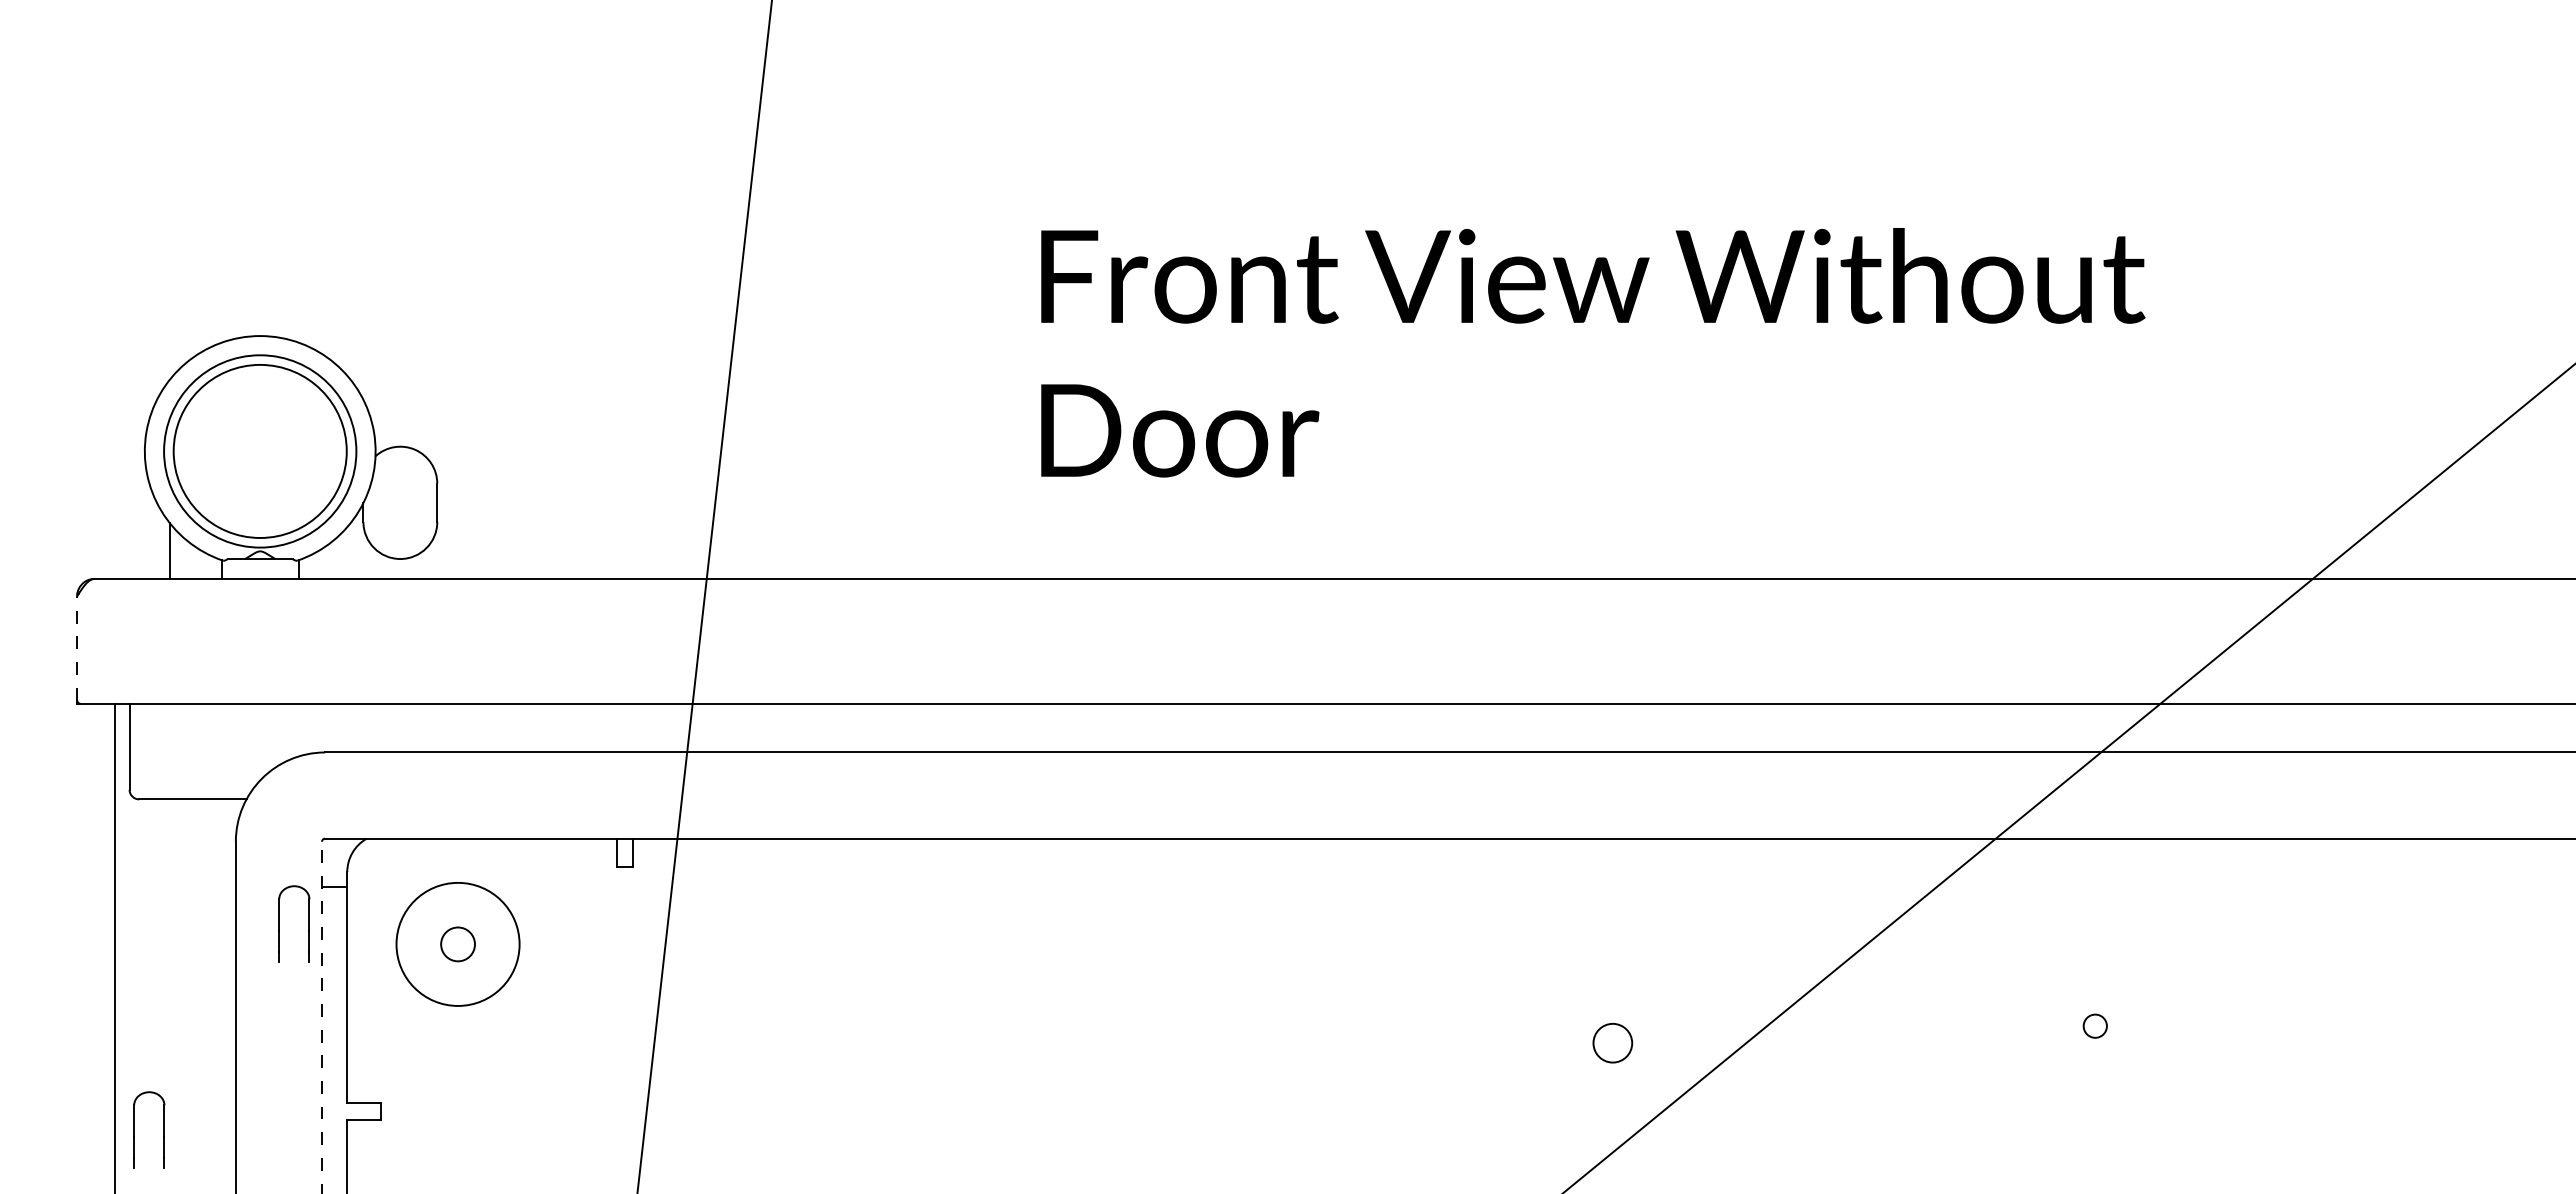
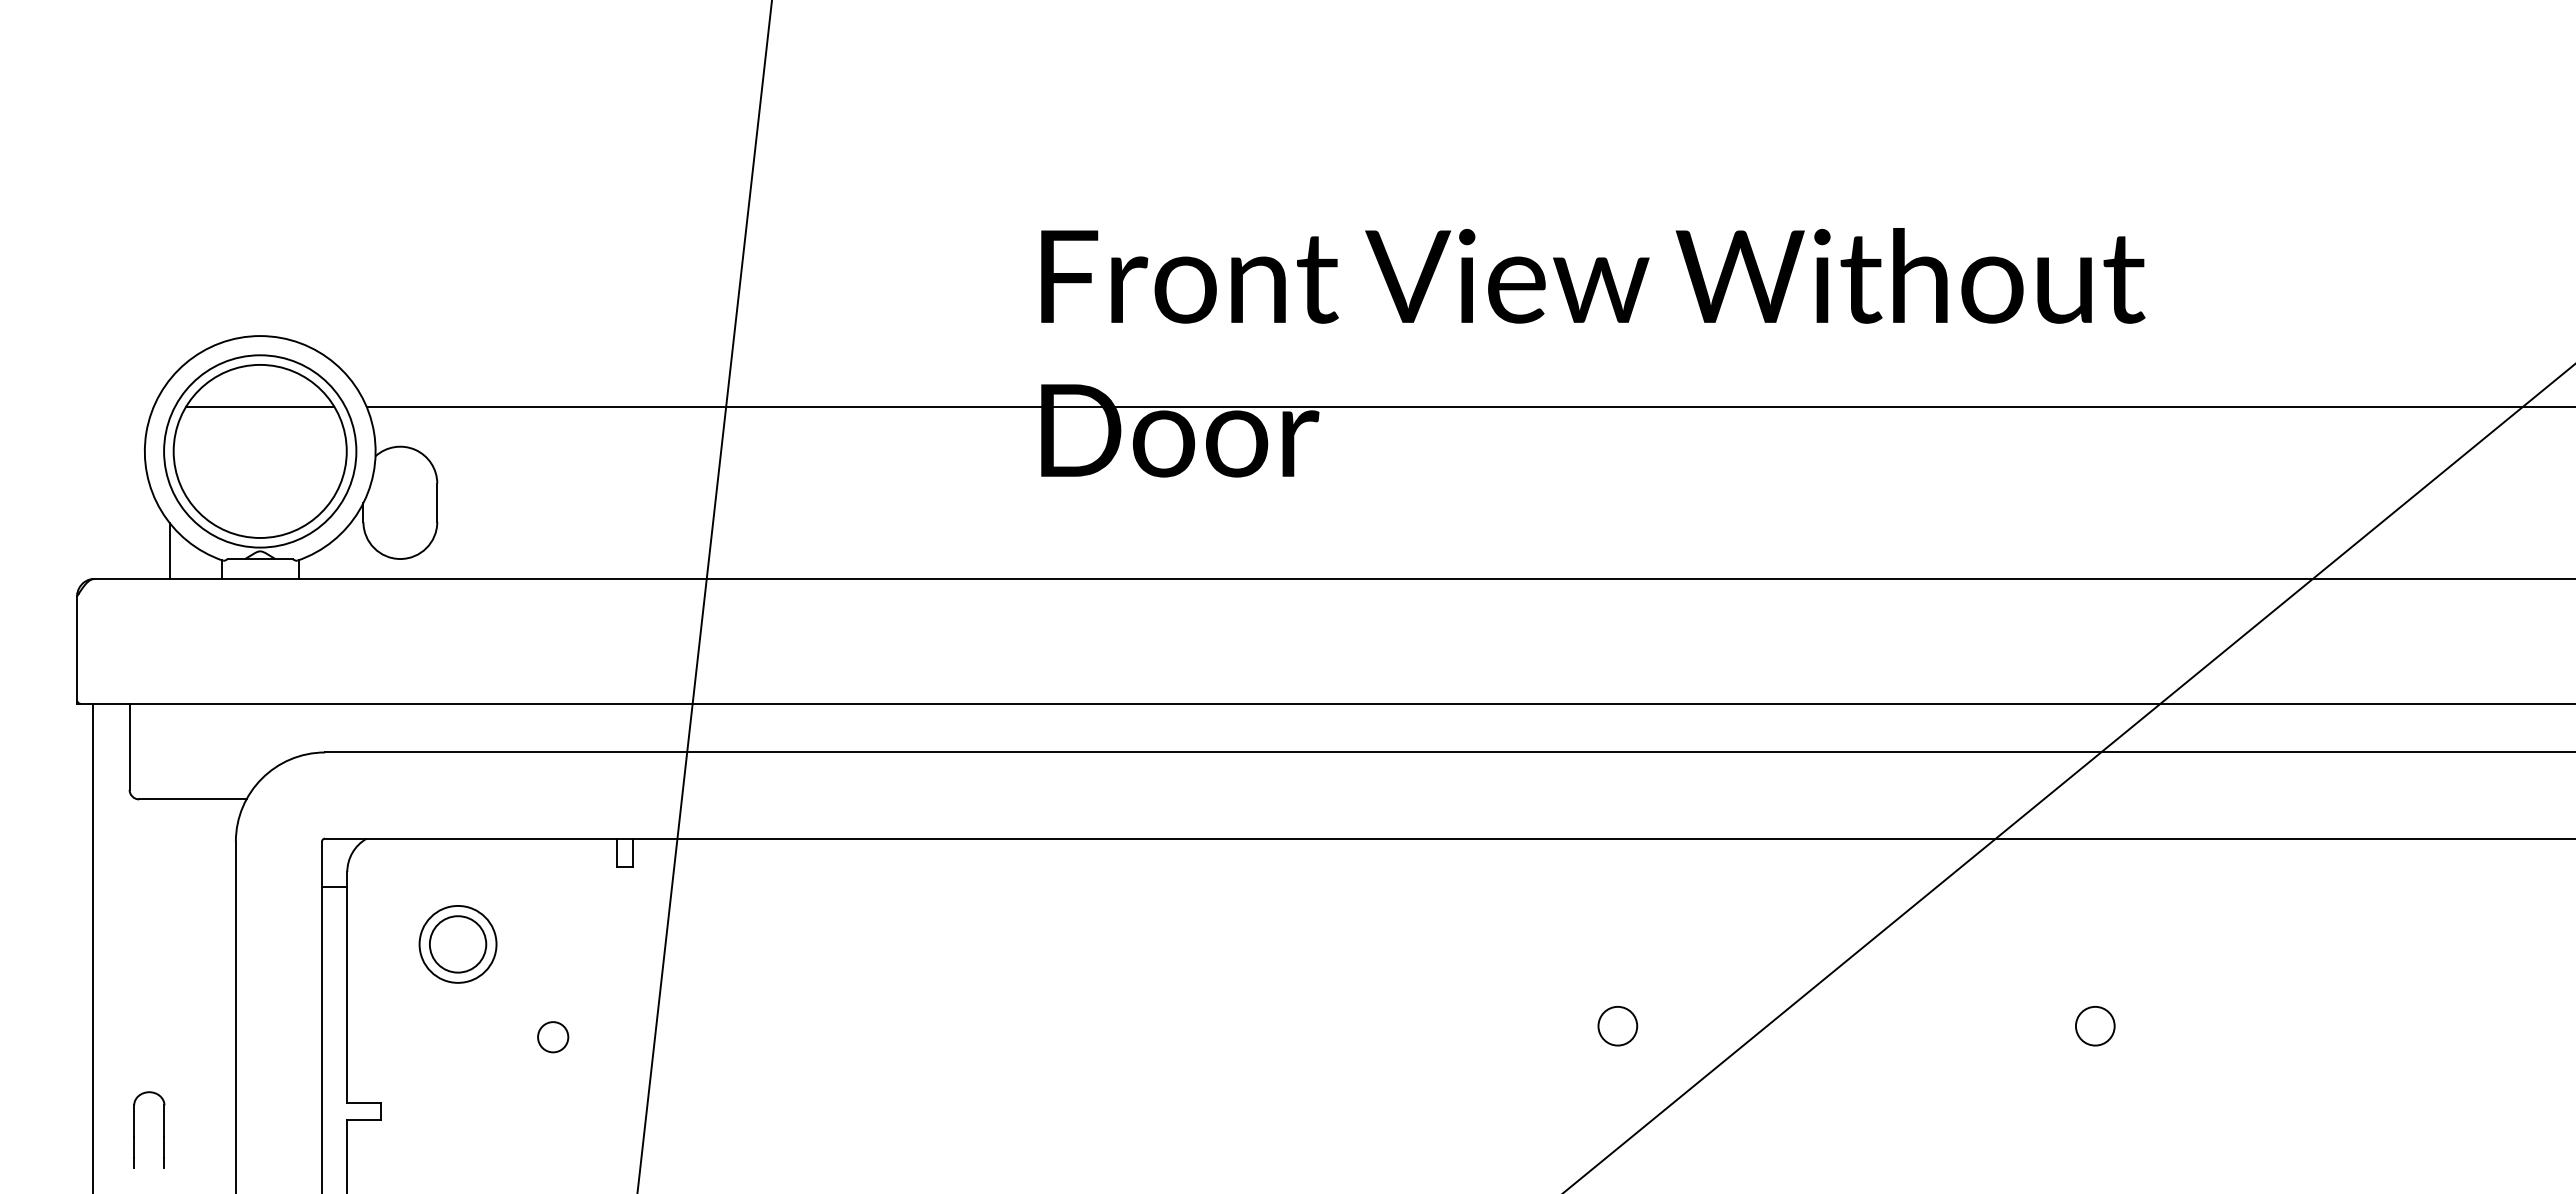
line at (260, 406): none -> present
line at (1469, 406): none -> present
line at (77, 647): dashed -> solid
part at (308, 923): present -> none
circle at (457, 943) diameter: 123 px -> 77 px
circle at (457, 944) diameter: 34 px -> 56 px
line at (114, 946) position: (114, 946) -> (92, 946)
line at (322, 1017): dashed -> solid
circle at (2094, 1025) diameter: 23 px -> 39 px
circle at (553, 1037): none -> present
circle at (1612, 1043) position: (1612, 1043) -> (1617, 1026)
